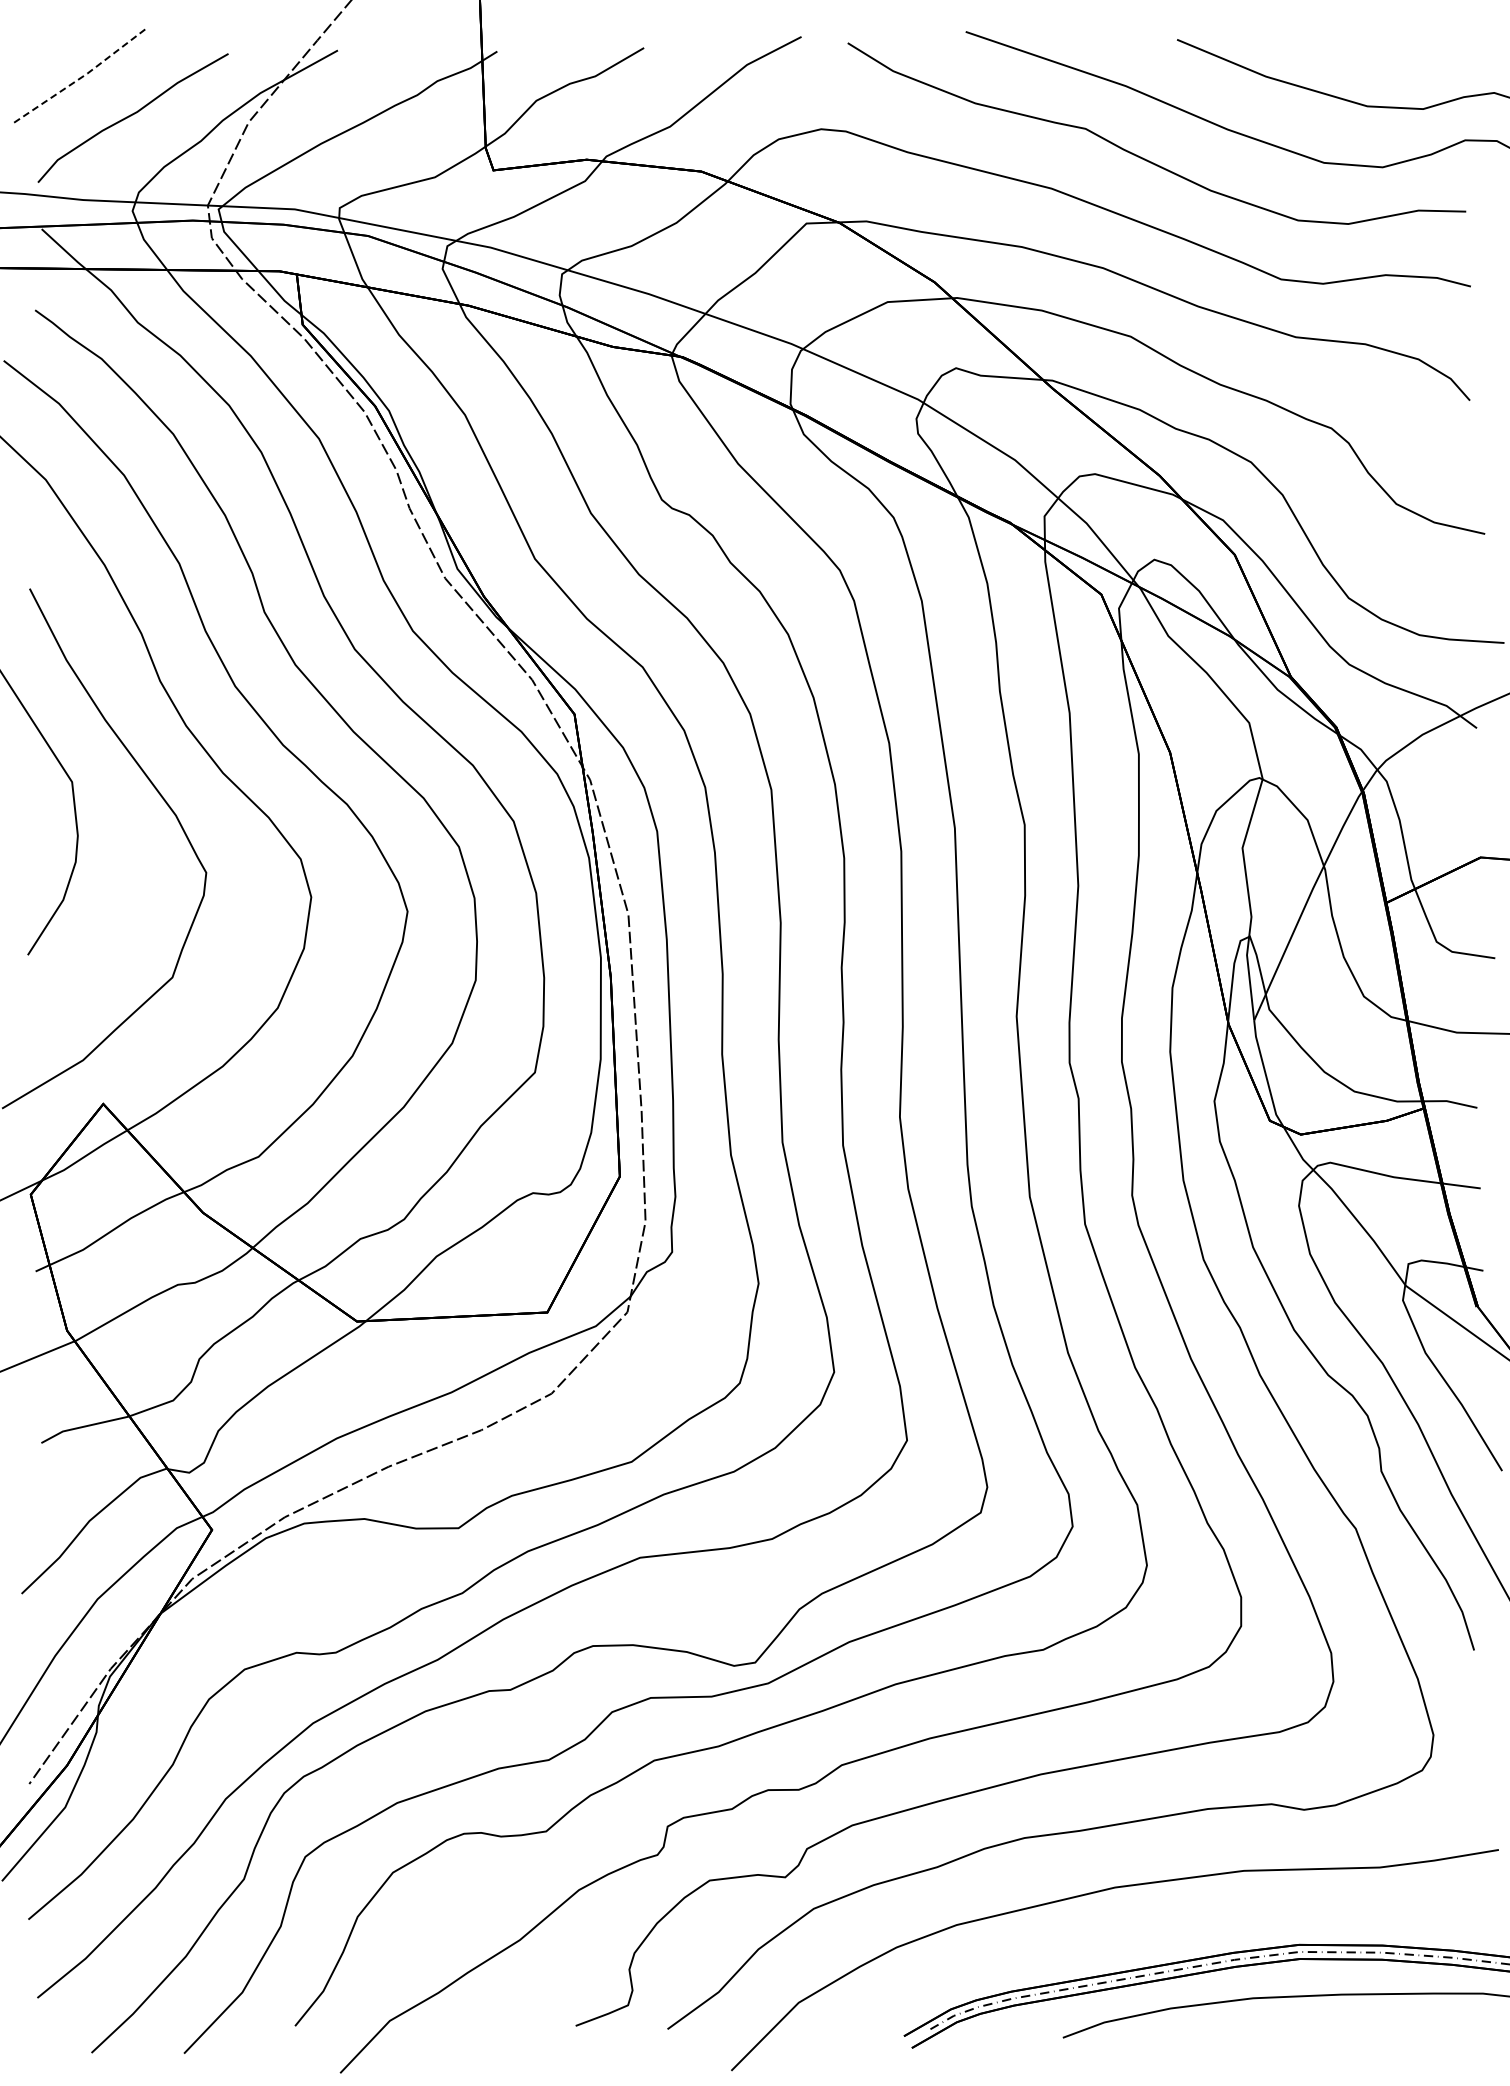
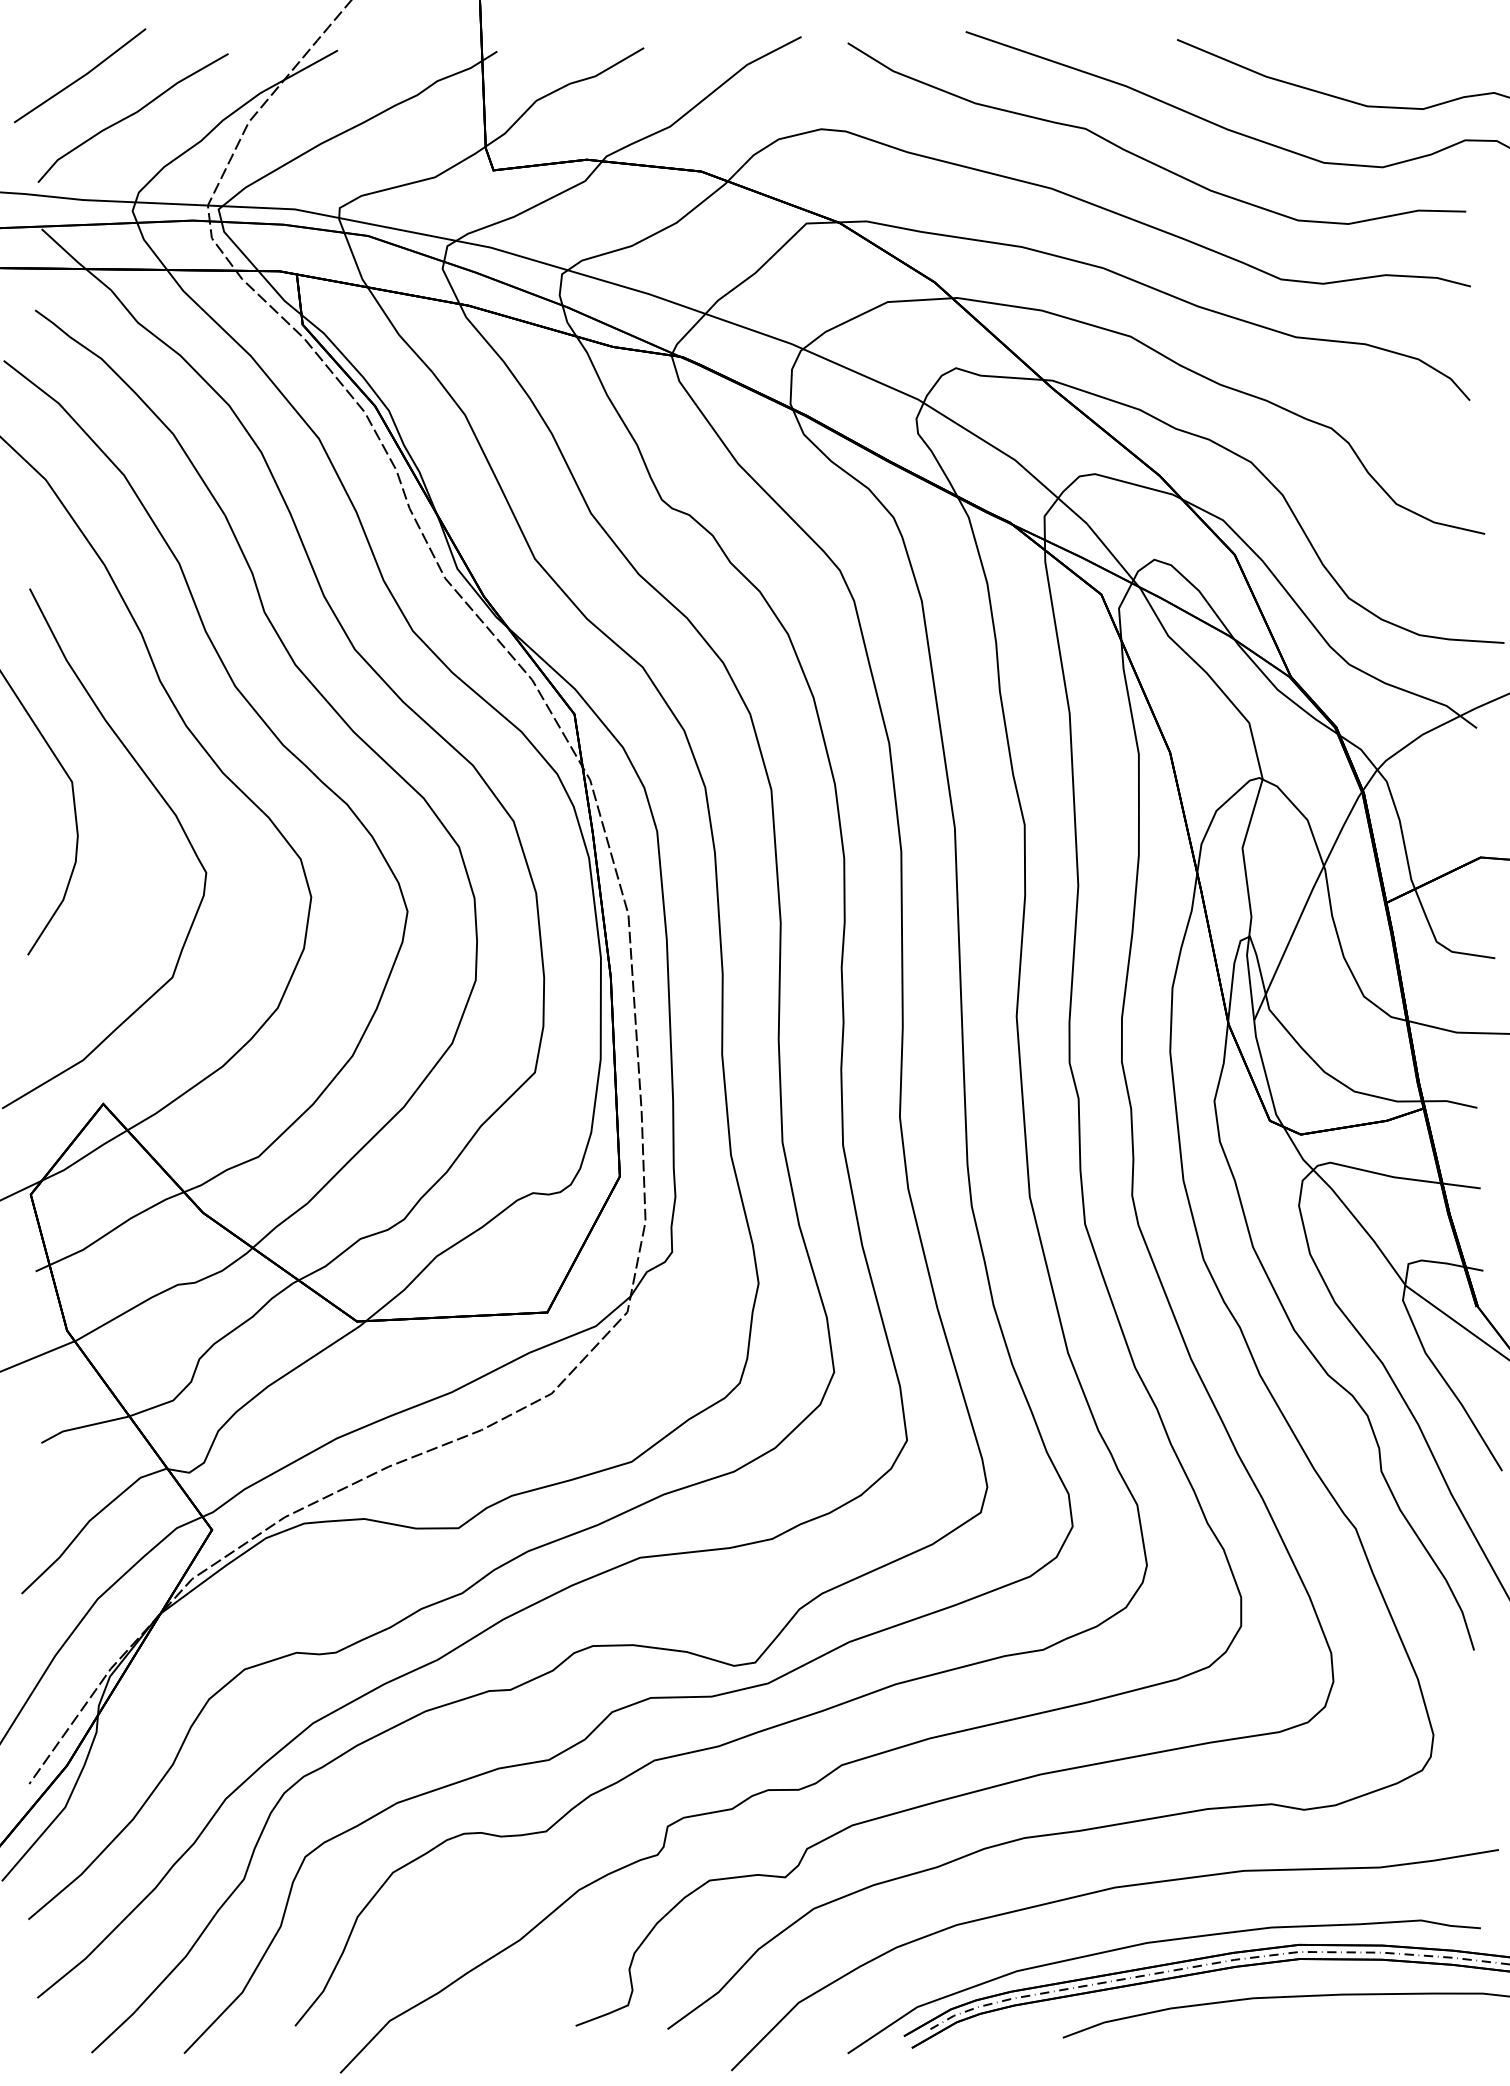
line at (81, 77): dashed -> solid
curve at (1160, 1942): none -> present
